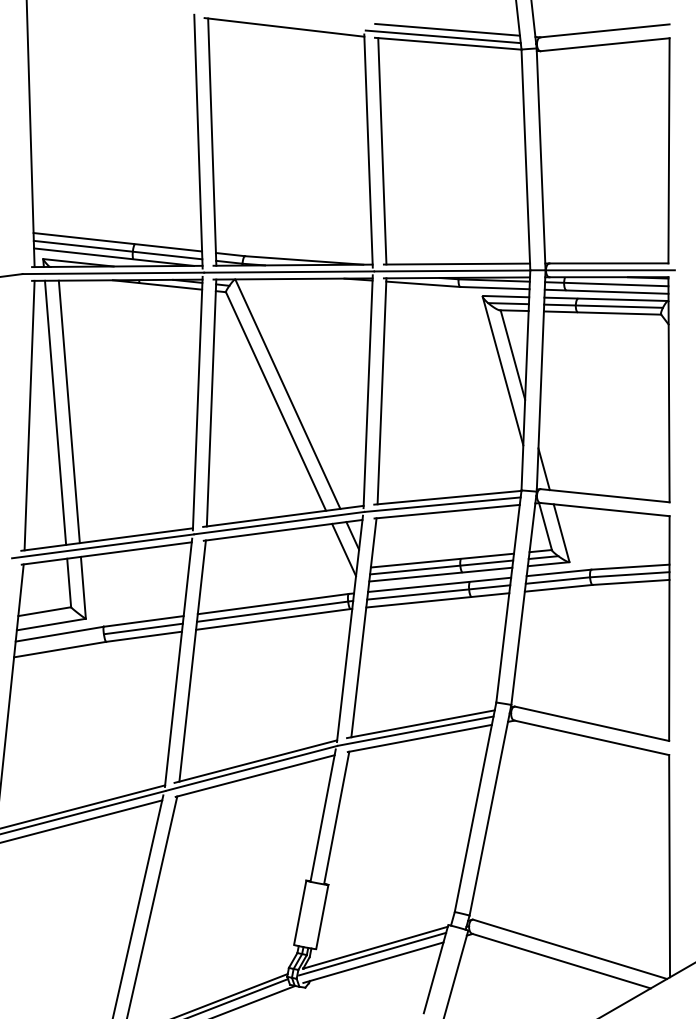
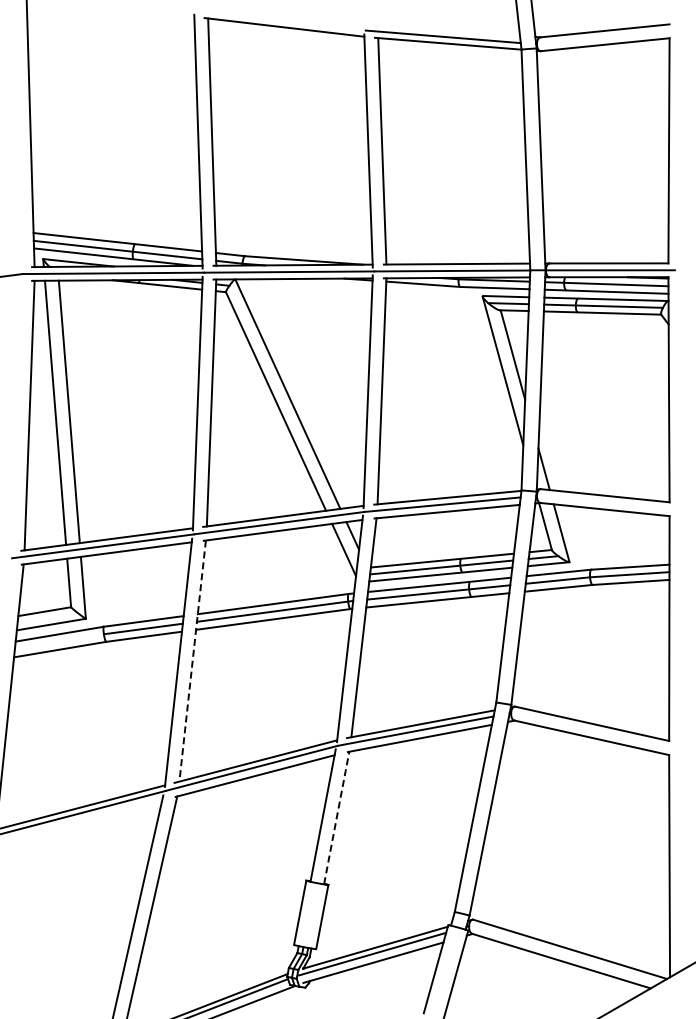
line at (447, 29): present -> none
line at (192, 661): solid -> dashed
line at (336, 817): solid -> dashed
line at (82, 821): present -> none
